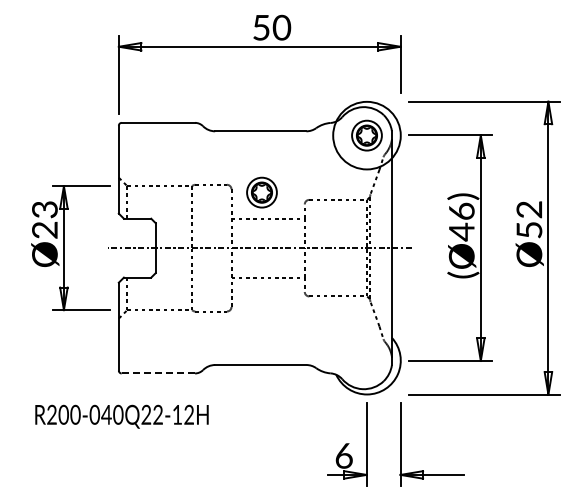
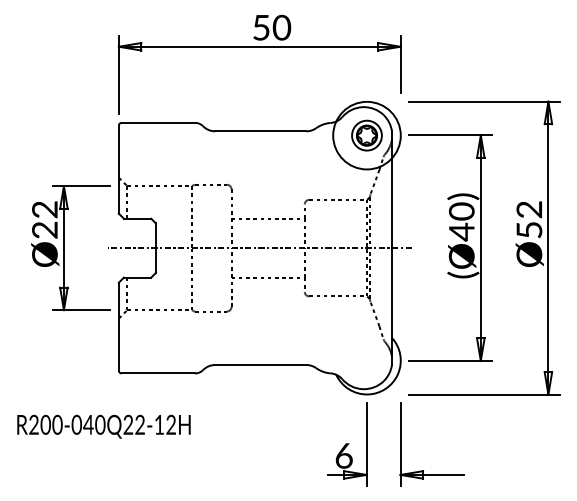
part at (261, 192): present -> none
text at (45, 209): Ø23 -> Ø22
text at (461, 211): (Ø46) -> (Ø40)
line at (158, 373): dashed -> solid
text at (121, 416) position: (121, 416) -> (103, 426)
